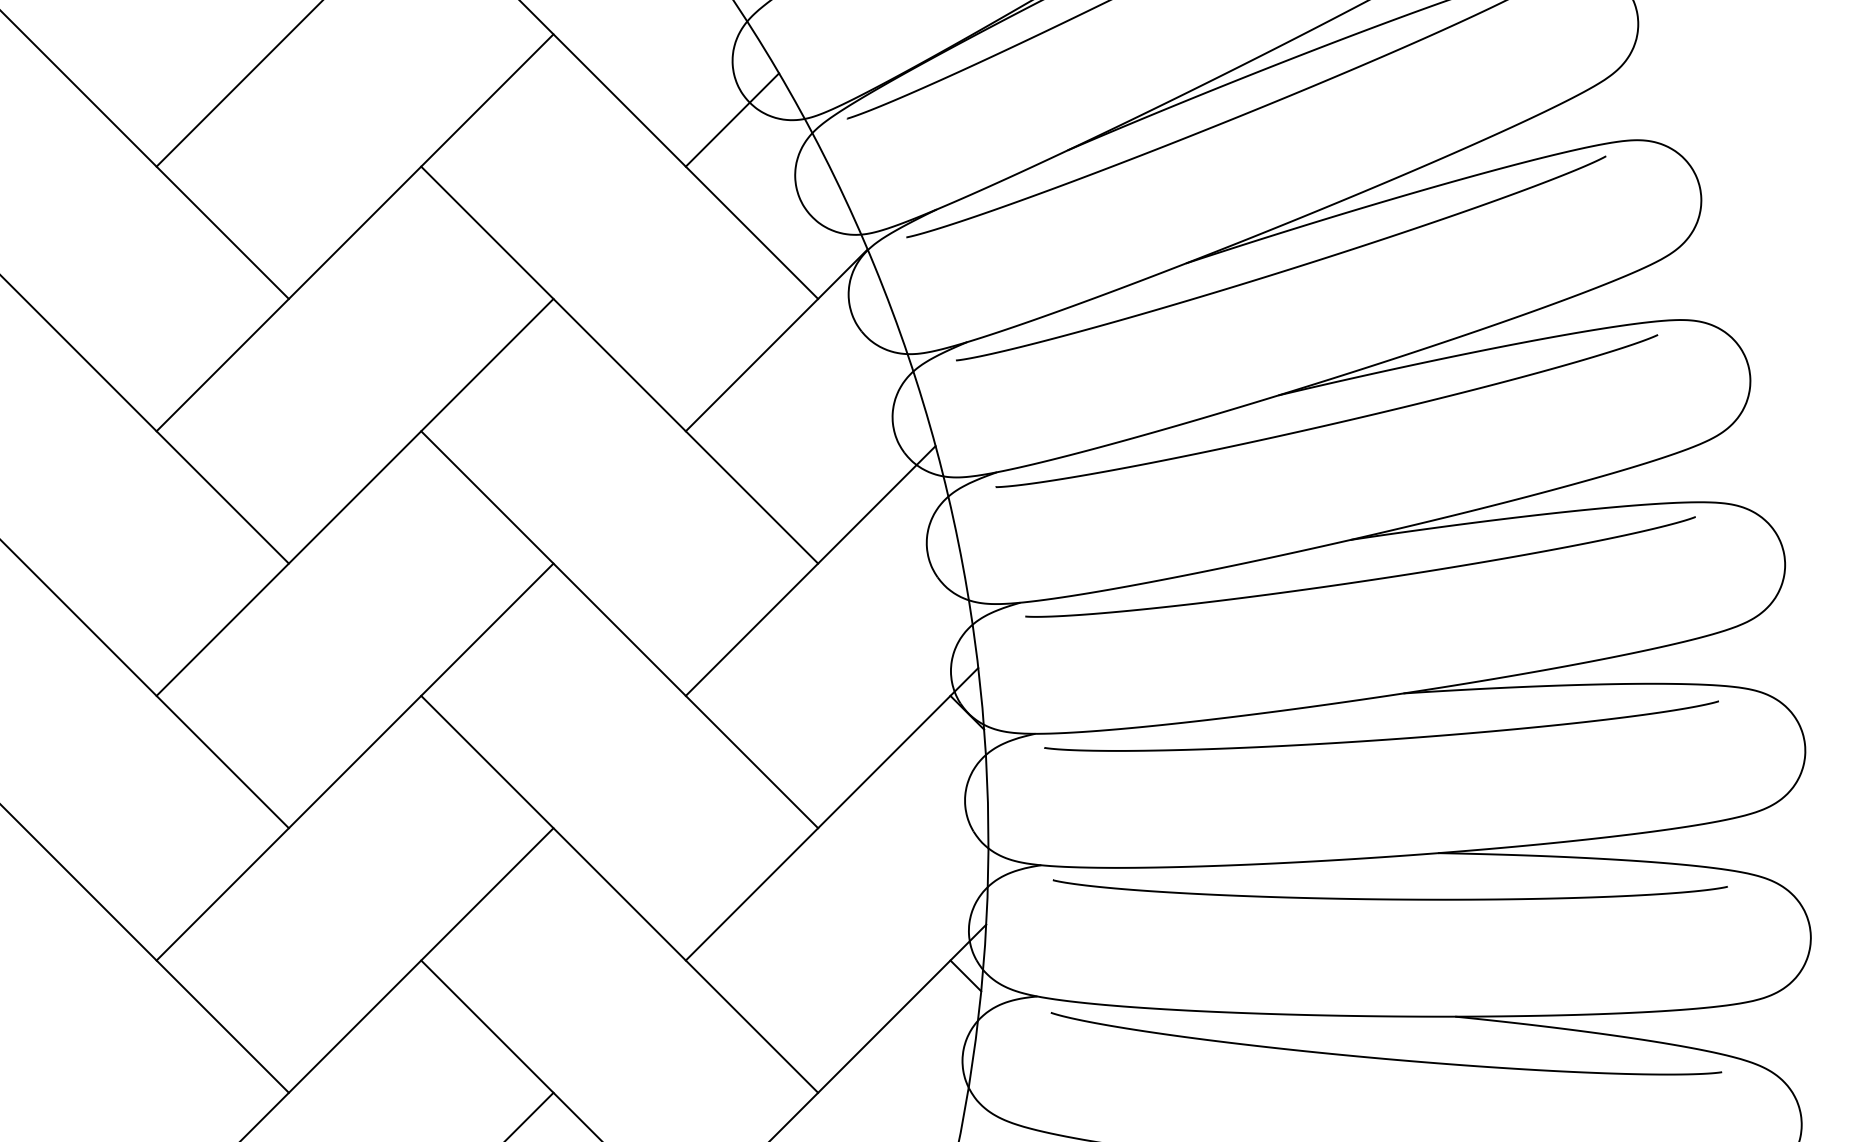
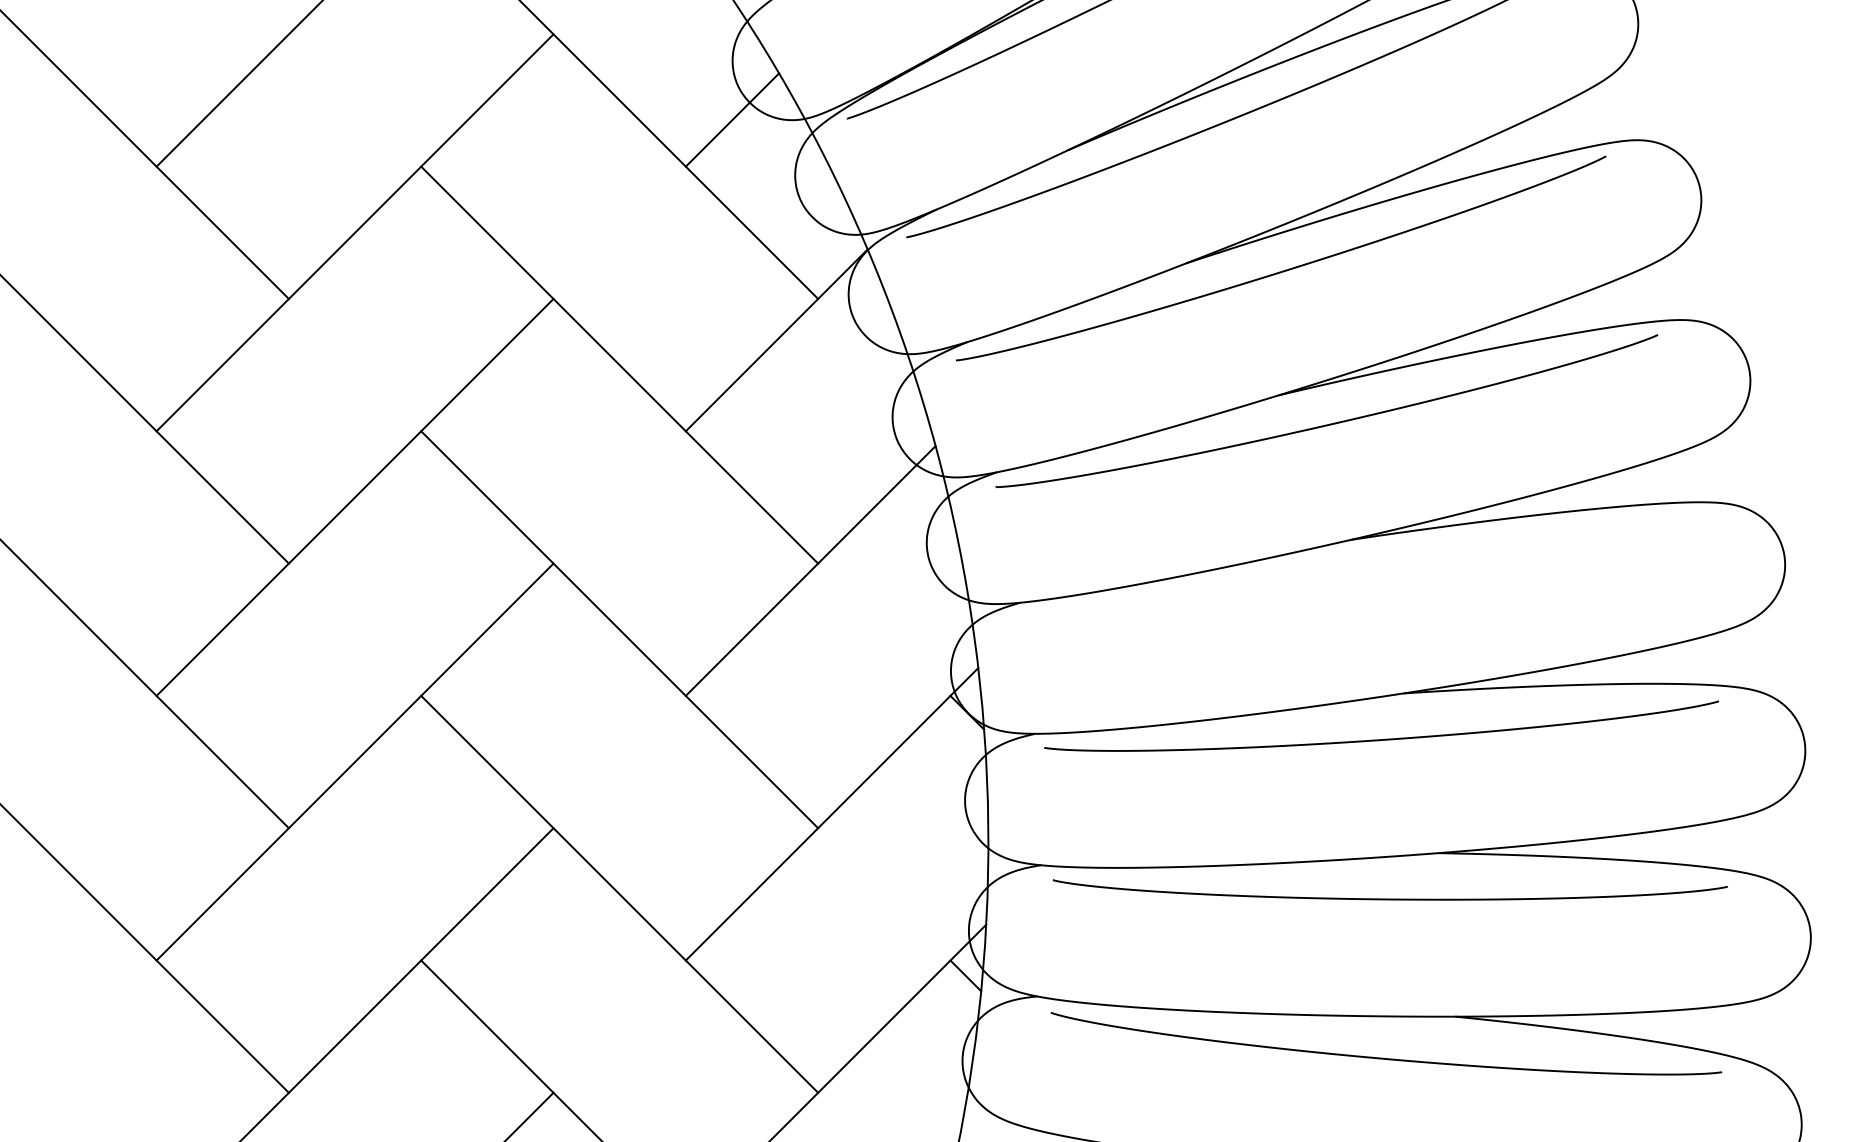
curve at (1360, 580): present -> none
